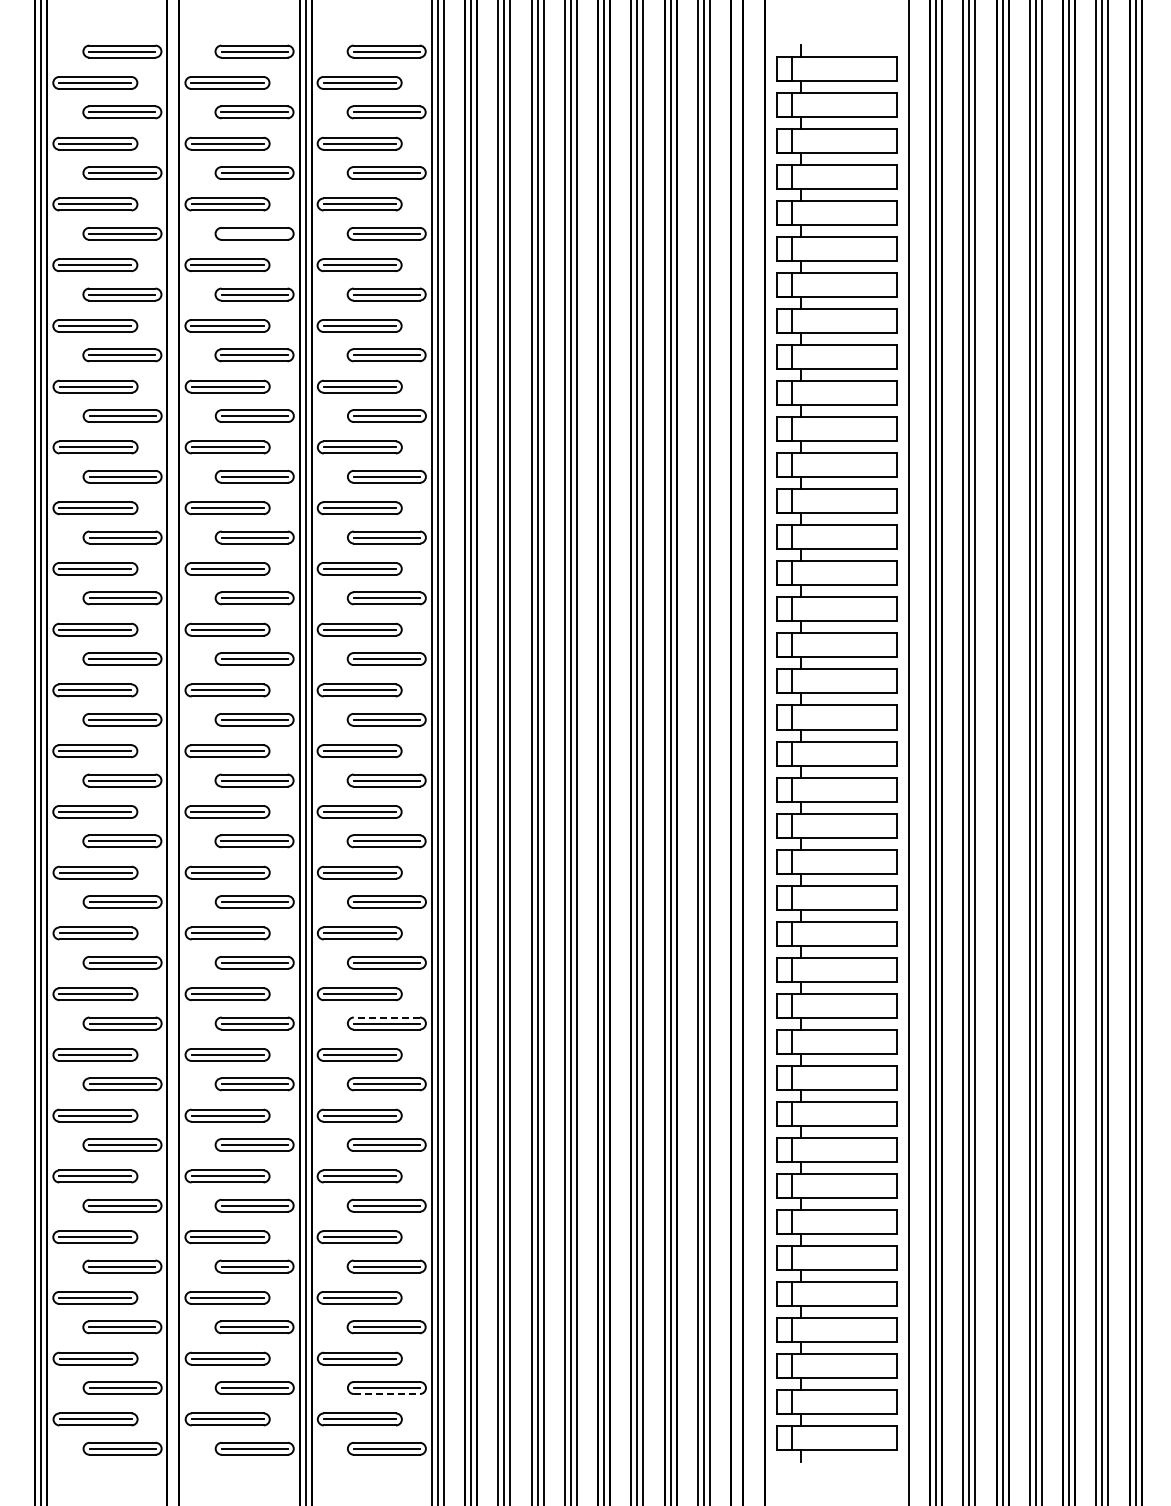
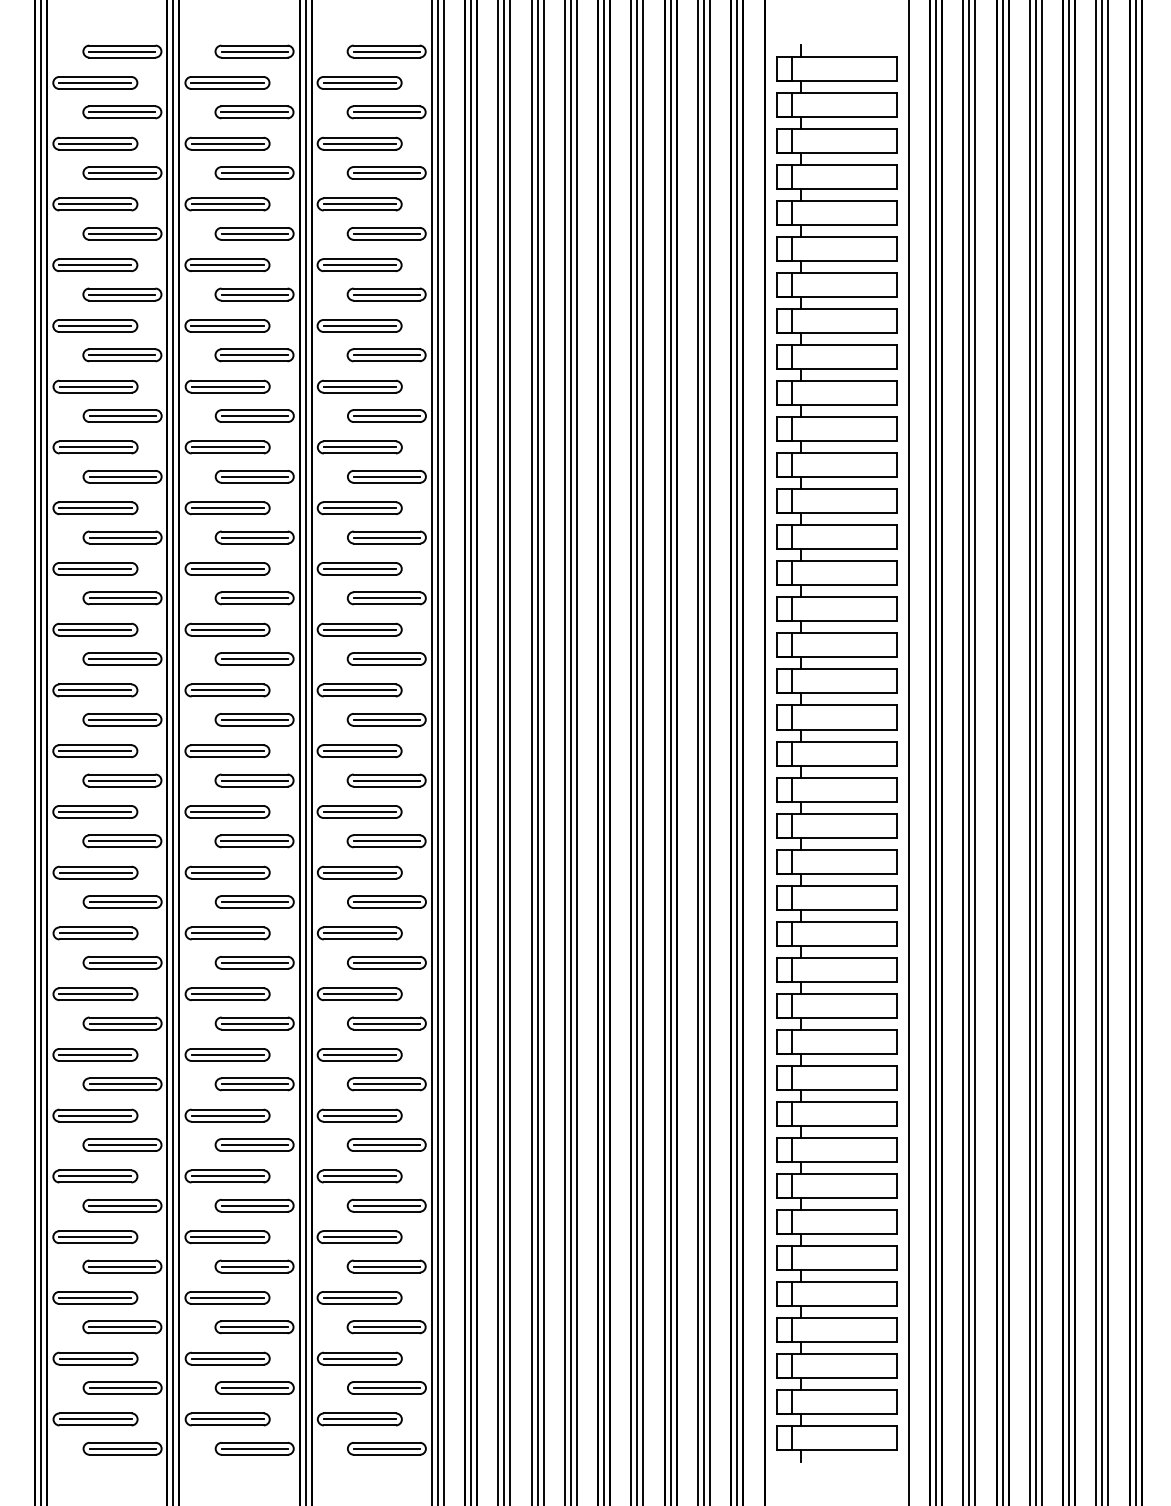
line at (254, 233): none -> present
line at (173, 752): none -> present
line at (737, 752): none -> present
line at (386, 1017): dashed -> solid
line at (387, 1394): dashed -> solid
